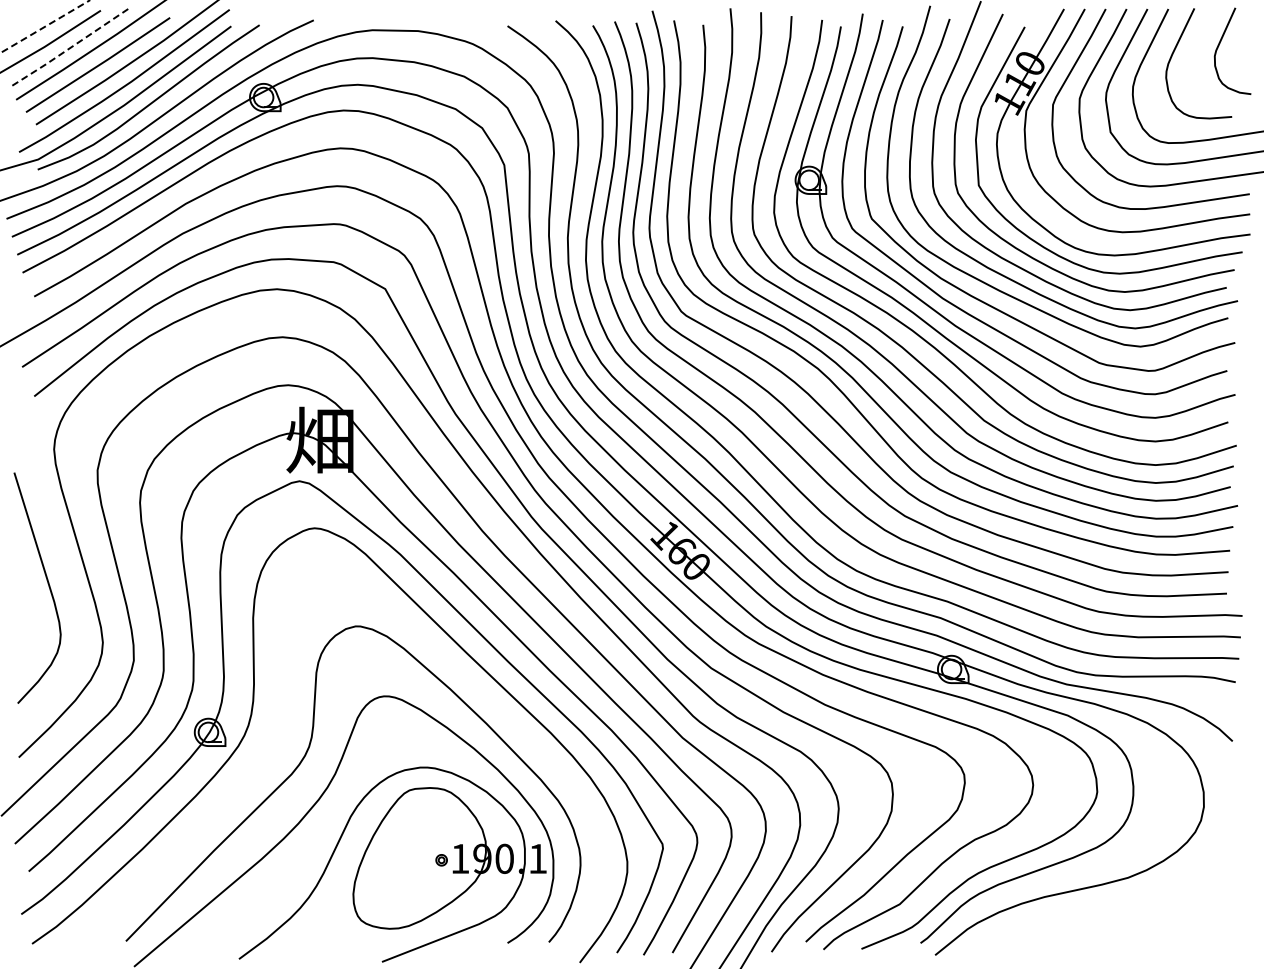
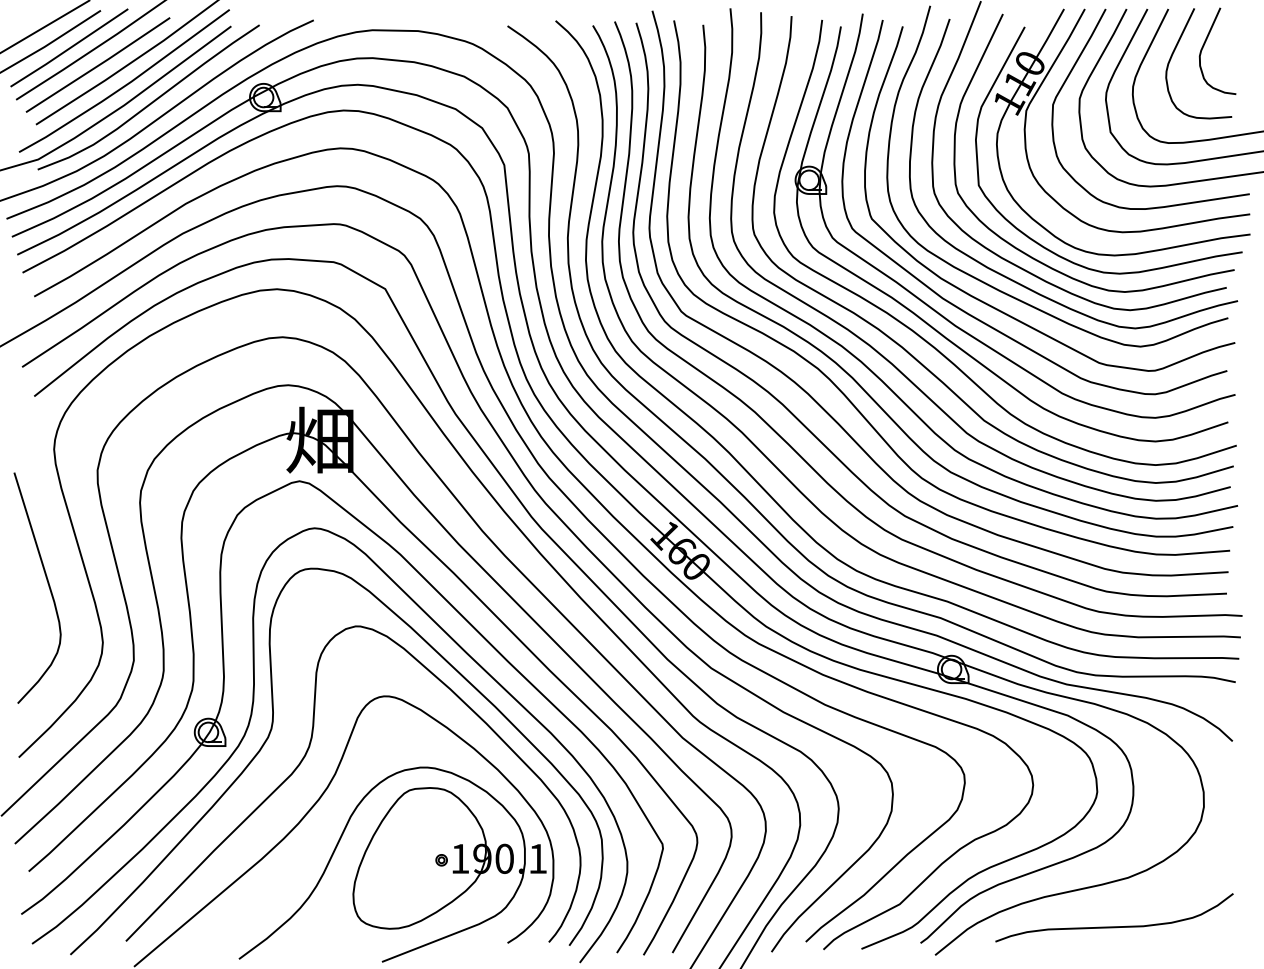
line at (45, 26): dashed -> solid
curve at (1219, 46) position: (1219, 46) -> (1204, 46)
line at (69, 48): dashed -> solid
curve at (269, 737): none -> present
curve at (1114, 926): none -> present
